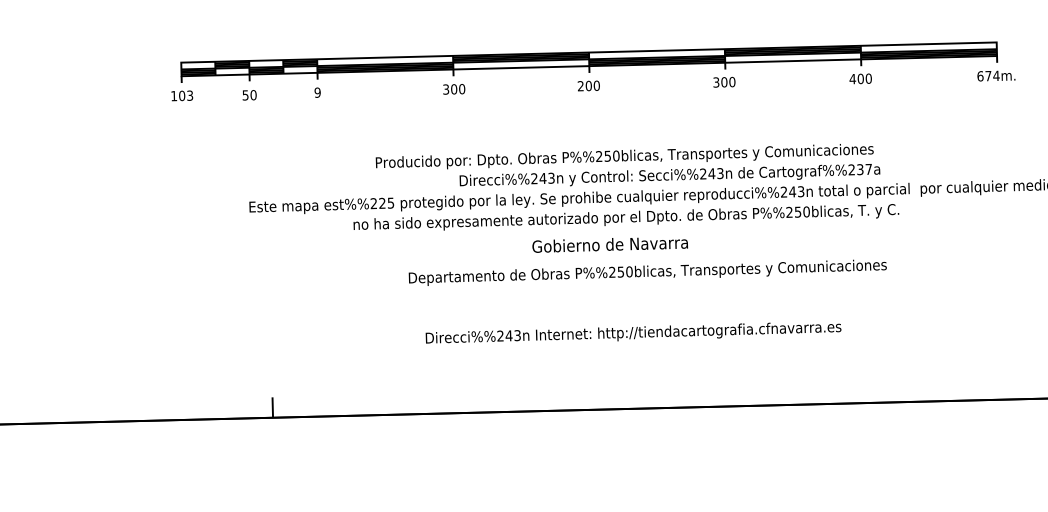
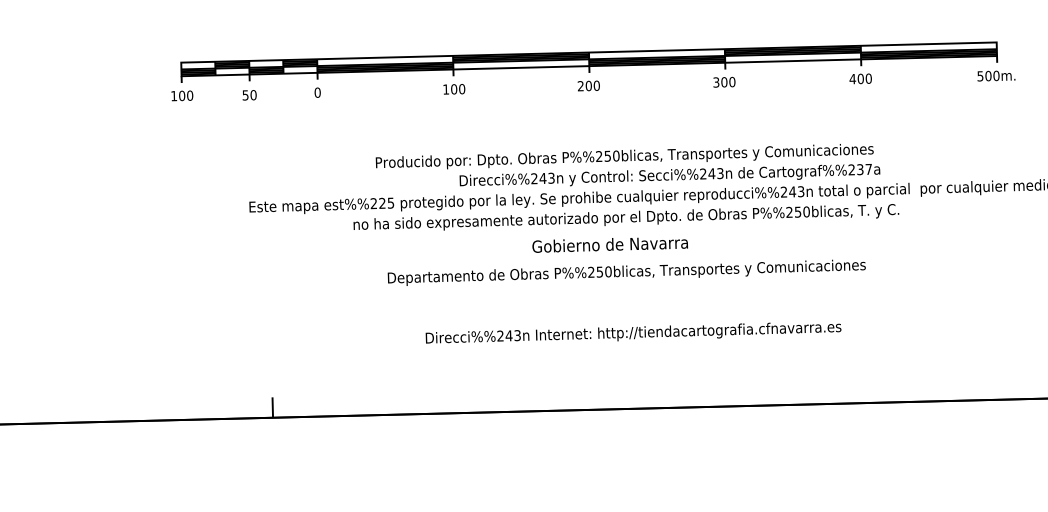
text at (988, 75): 674m. -> 500m.
text at (446, 89): 300 -> 100
text at (317, 92): 9 -> 0
text at (190, 95): 103 -> 100
text at (647, 272) position: (647, 272) -> (626, 272)
